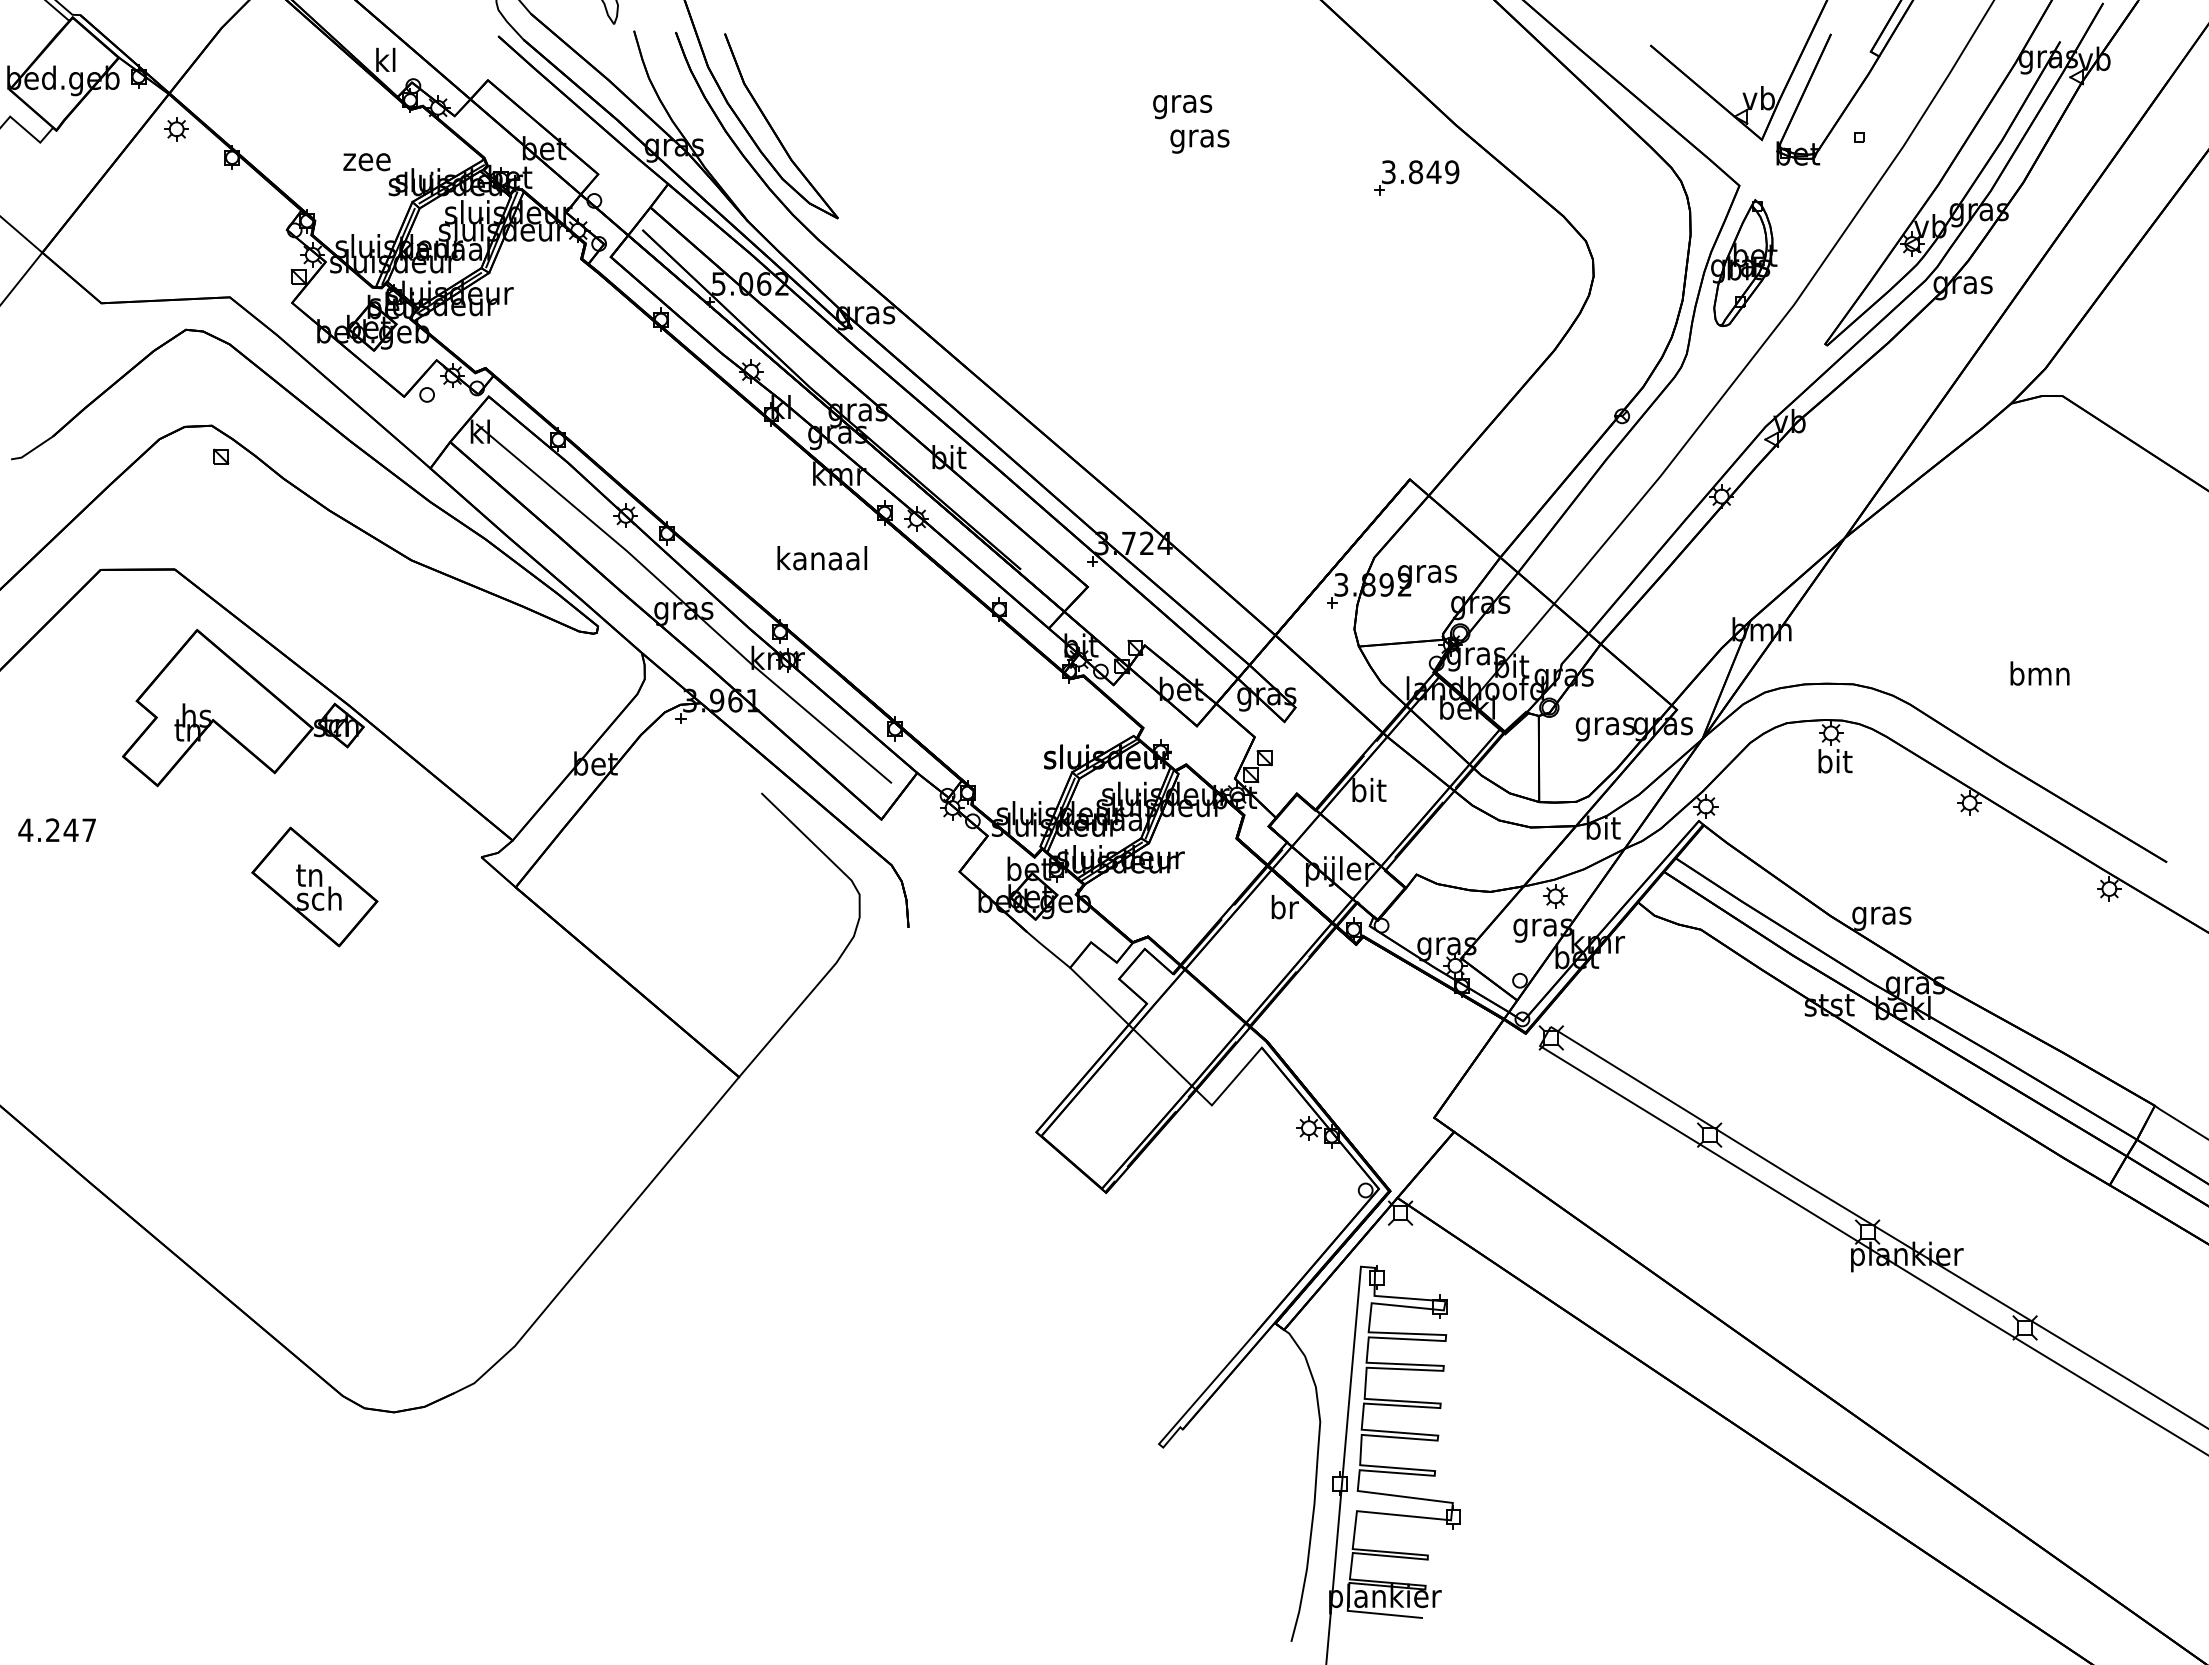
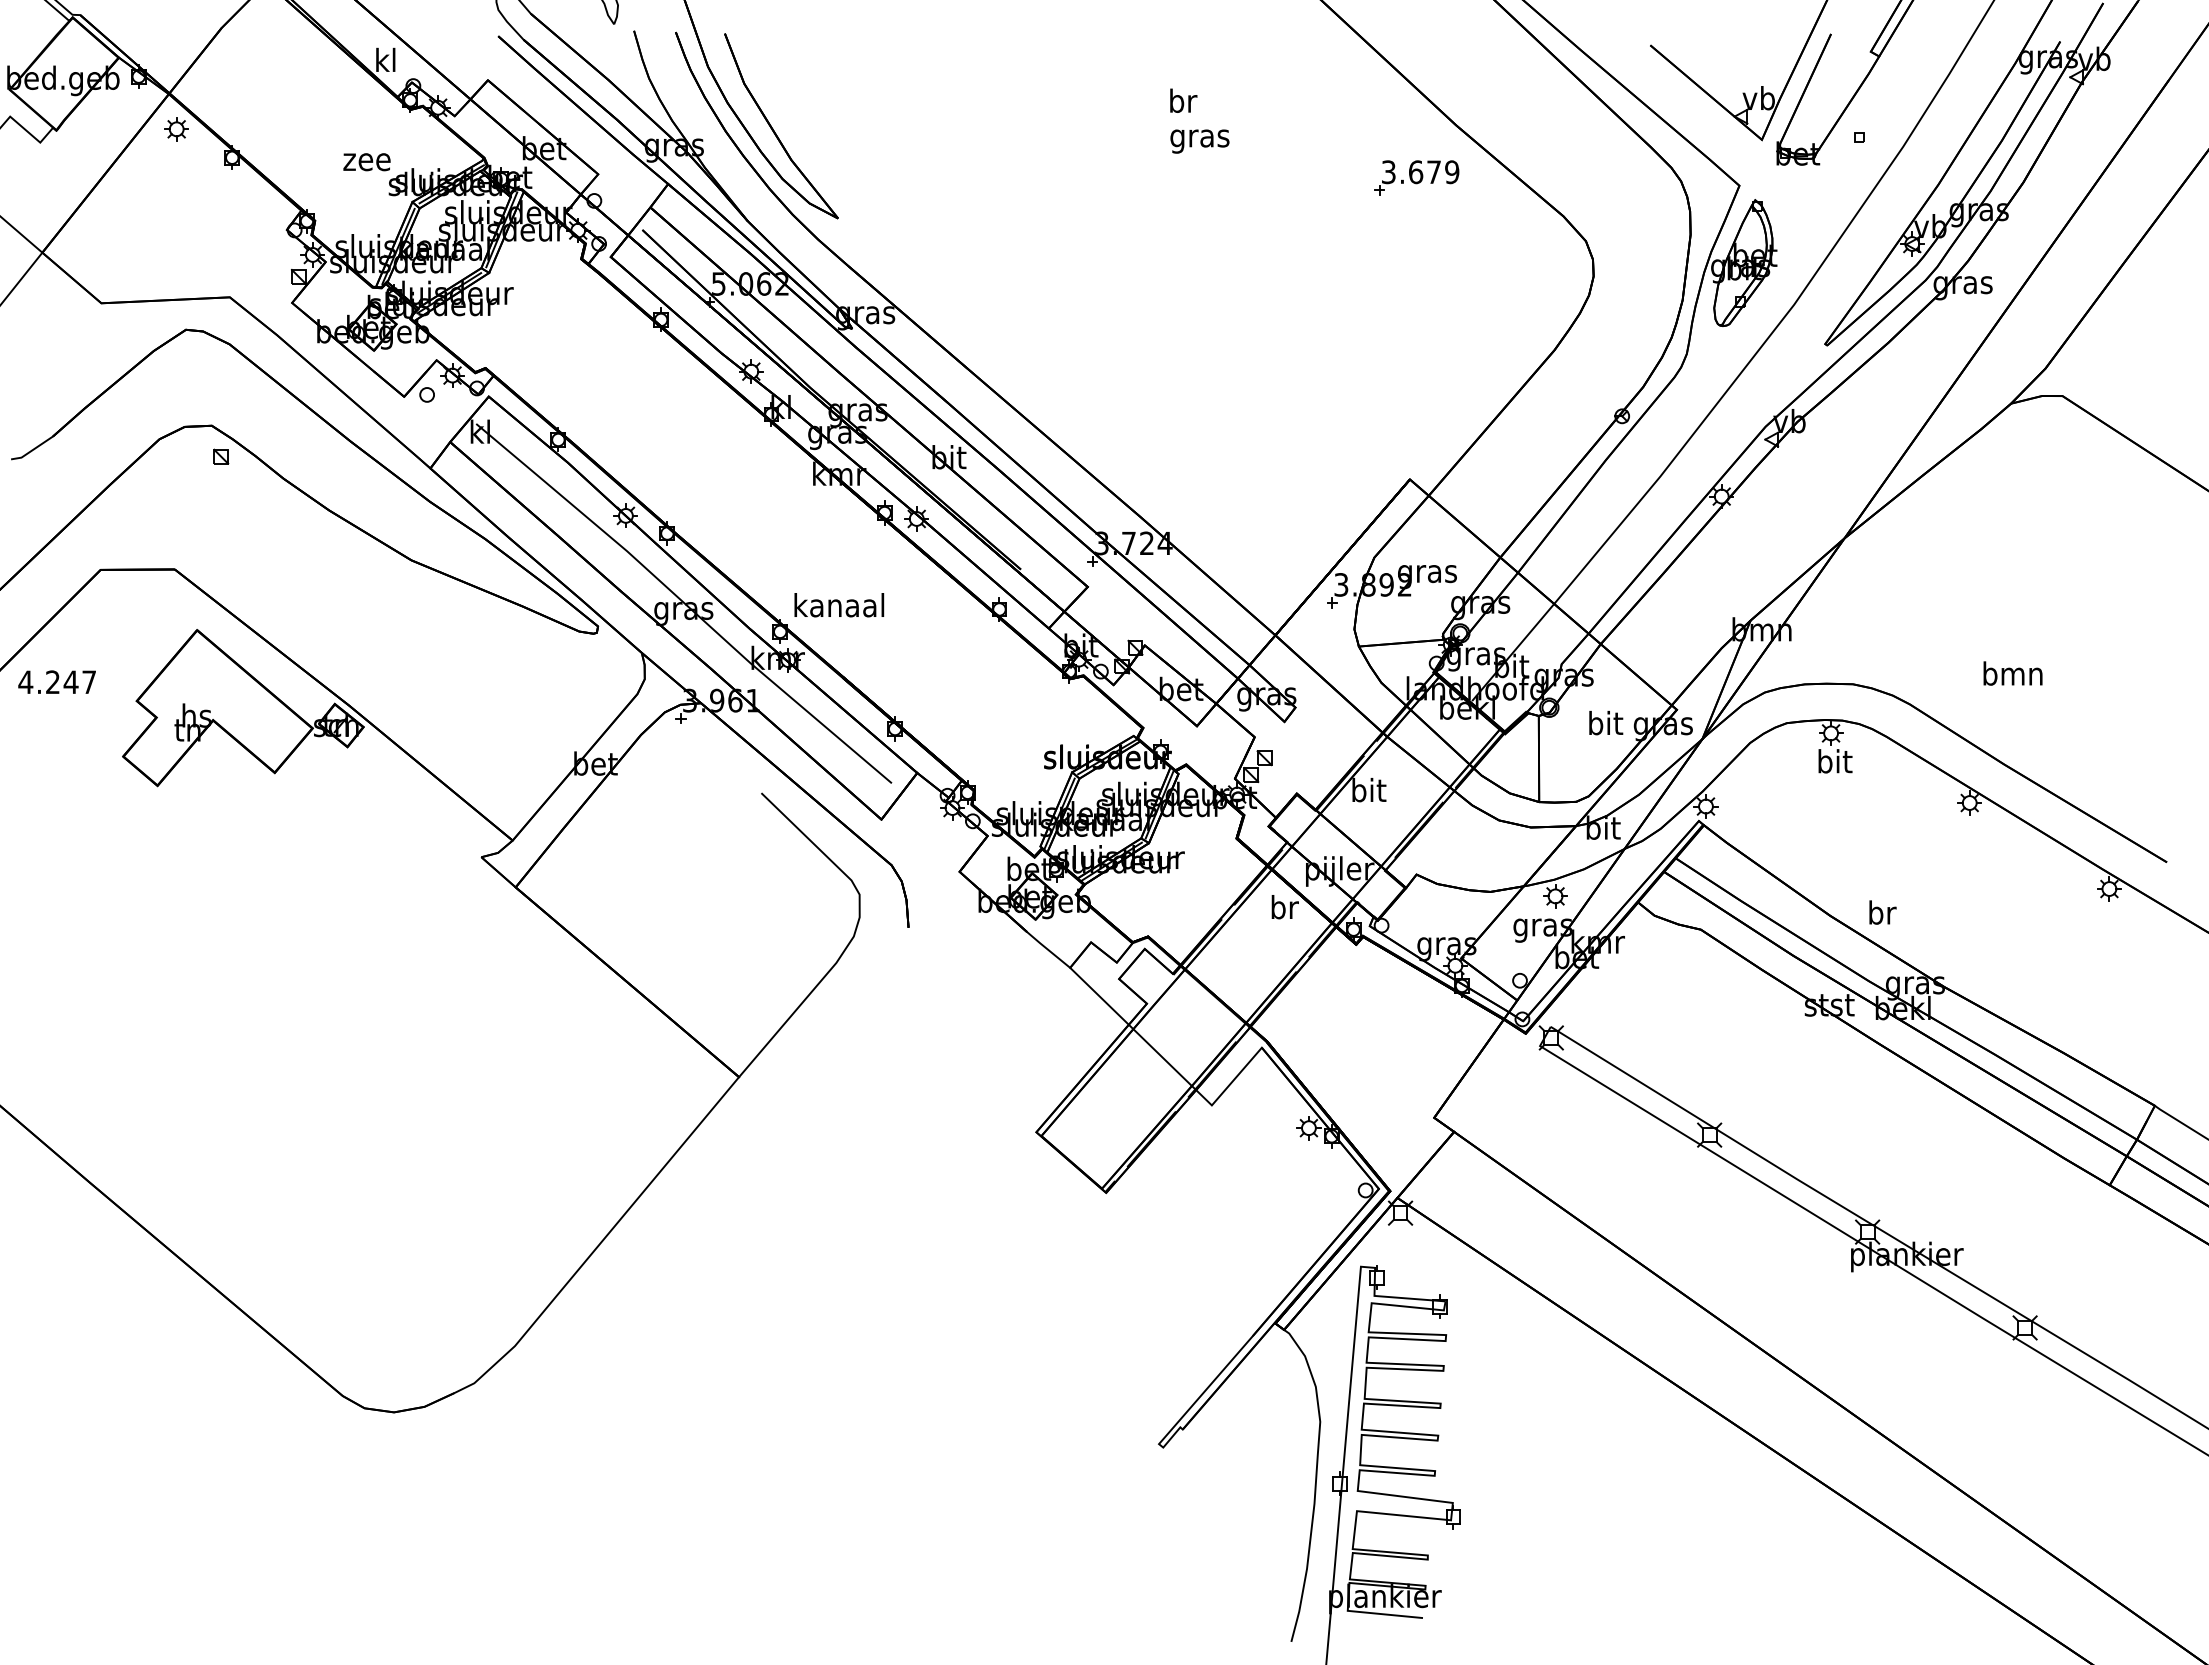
text at (1182, 103): gras -> br
text at (1425, 171): 3.849 -> 3.679
text at (822, 558) position: (822, 558) -> (839, 605)
text at (2039, 673) position: (2039, 673) -> (2012, 673)
text at (1604, 725): gras -> bit
text at (56, 829) position: (56, 829) -> (56, 681)
part at (314, 886): present -> none
text at (1881, 915): gras -> br
